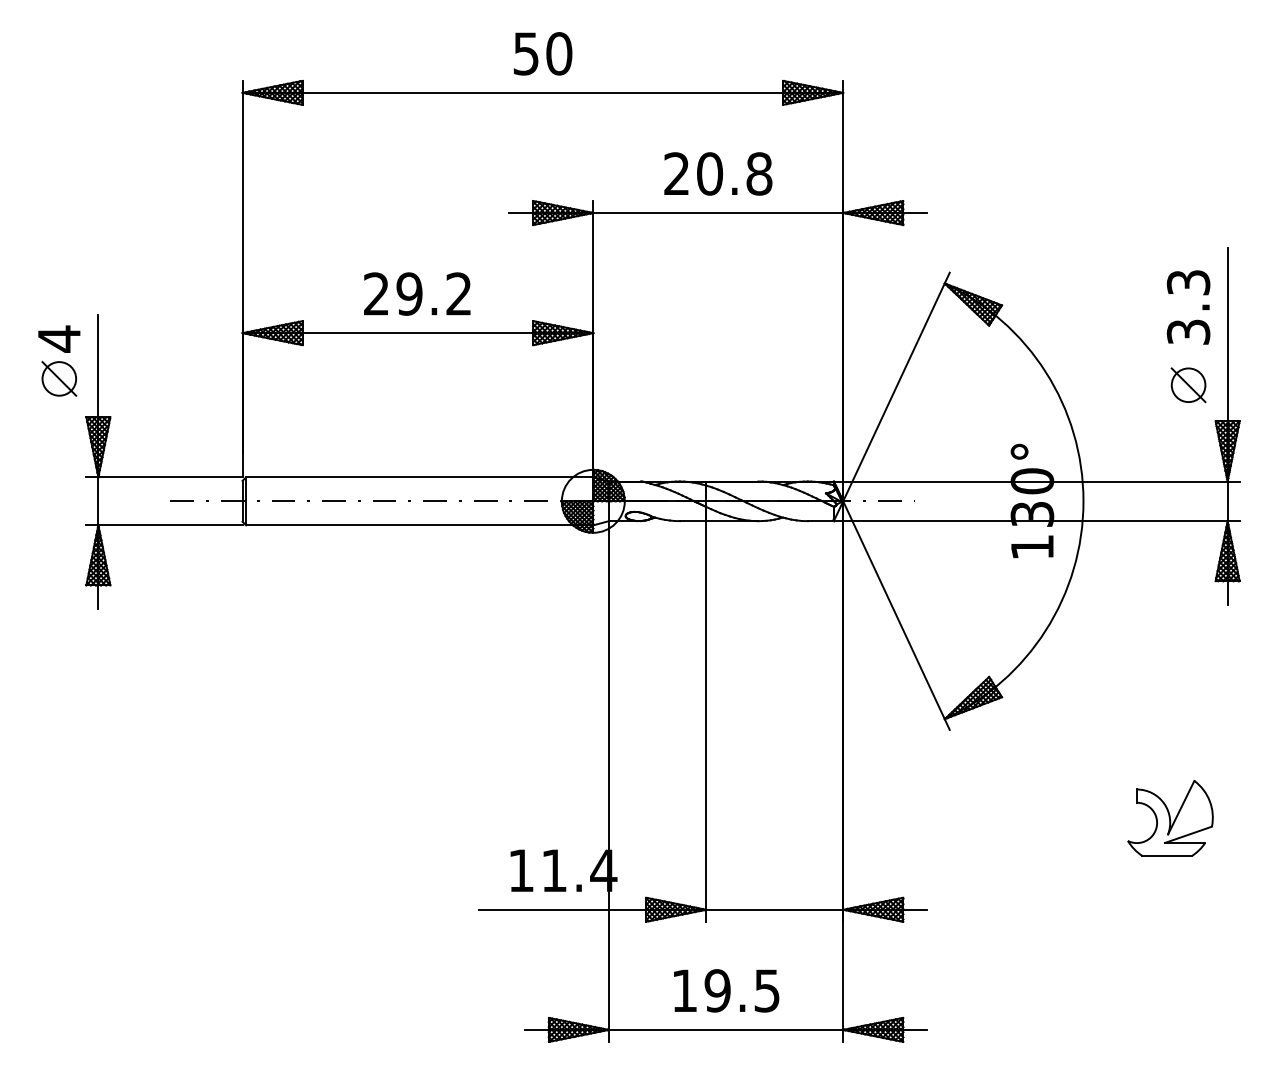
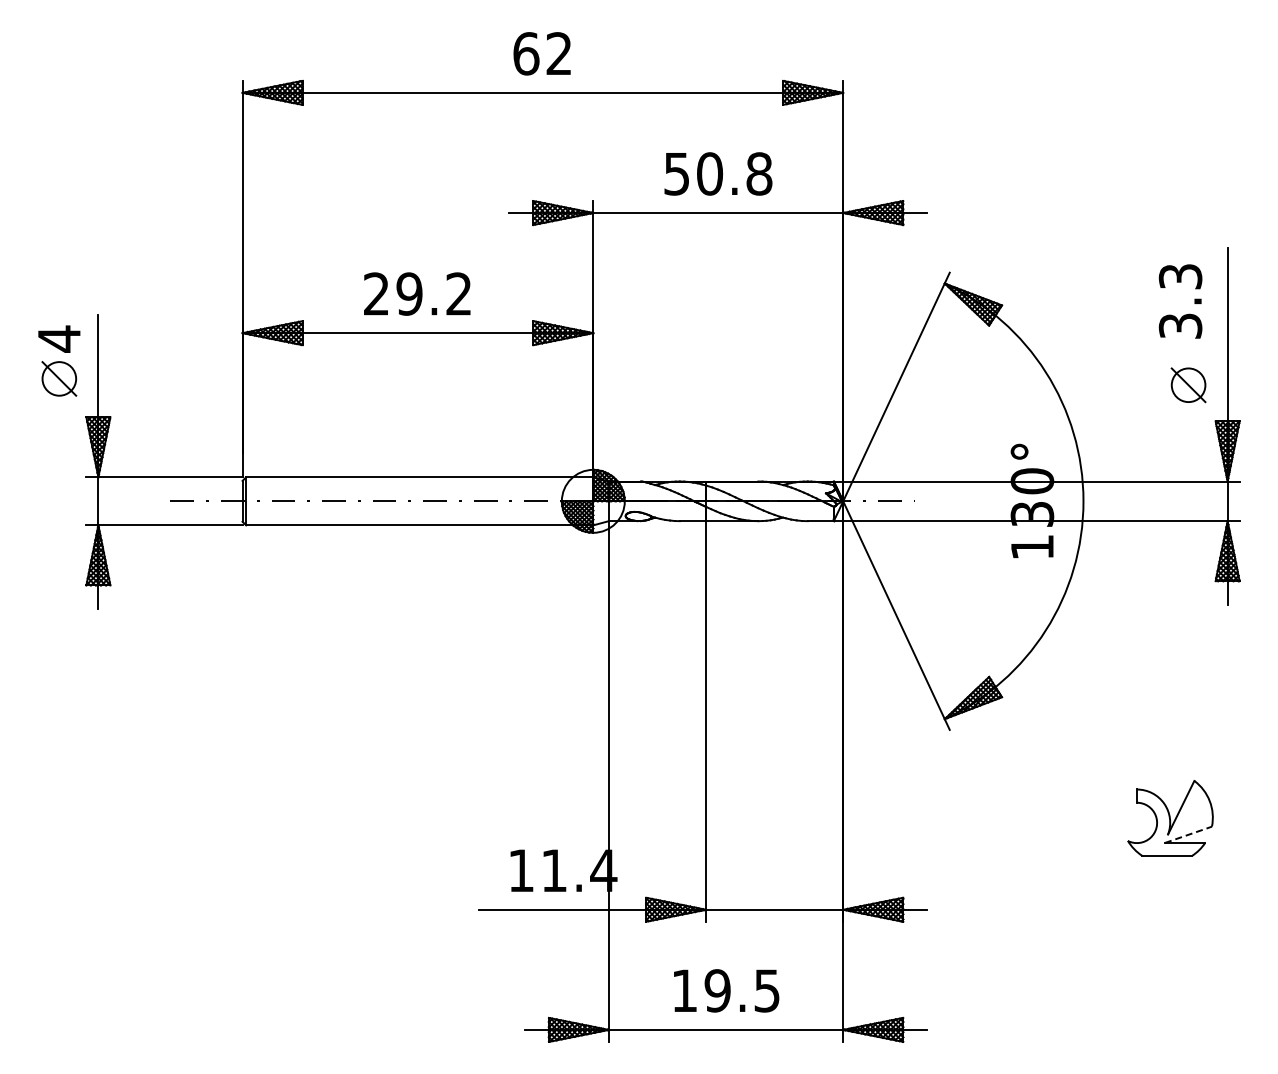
text at (542, 53): 50 -> 62
text at (676, 173): 20.8 -> 50.8
text at (1188, 307) position: (1188, 307) -> (1180, 301)
line at (1188, 834): solid -> dashed
